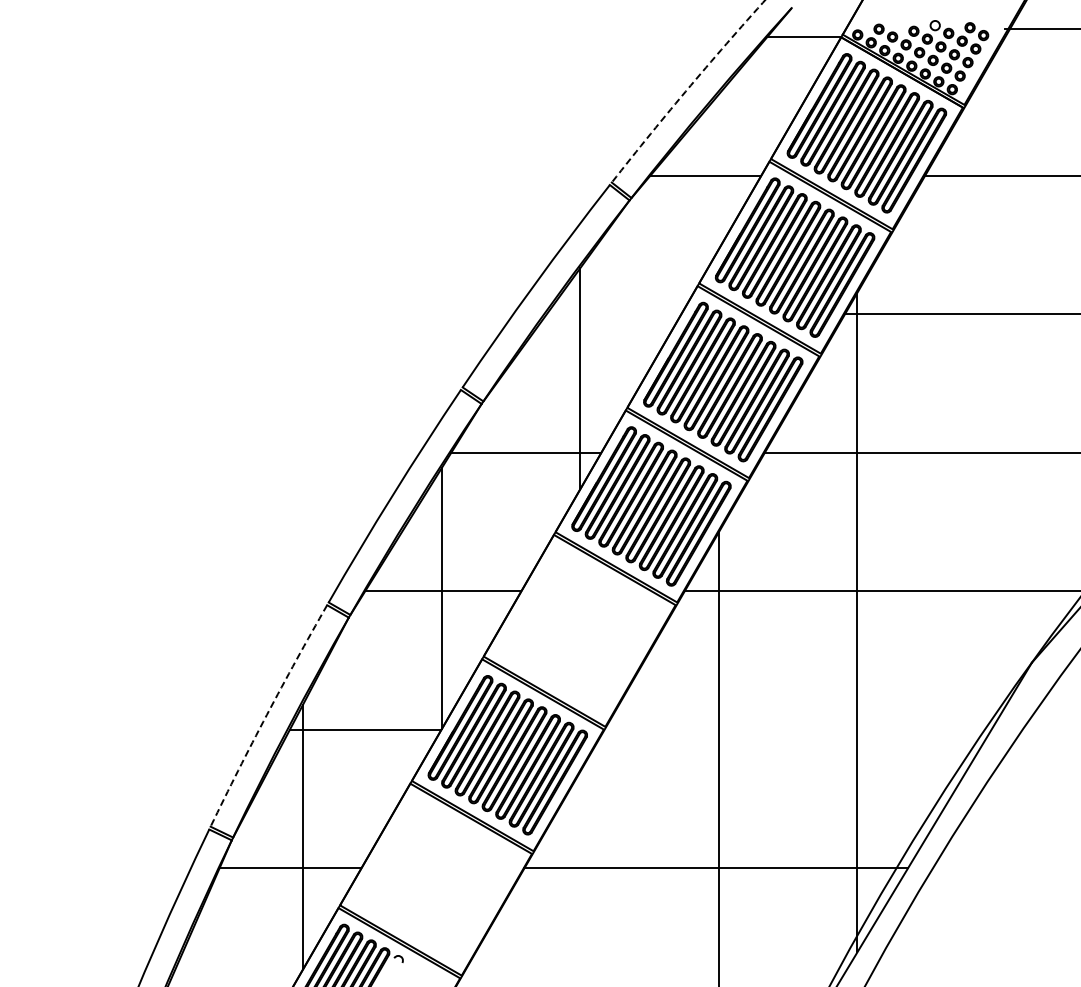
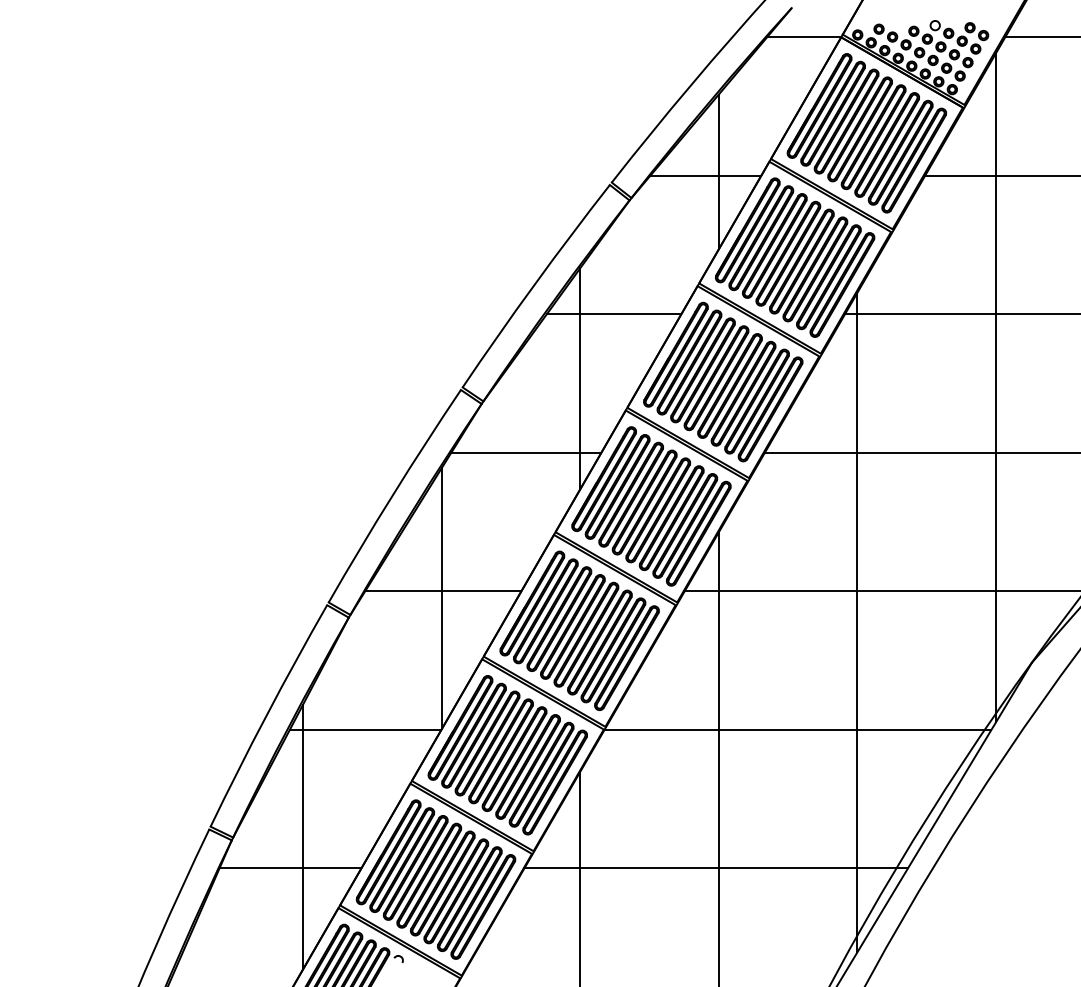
line at (1041, 29) position: (1041, 29) -> (1041, 37)
arc at (687, 89): dashed -> solid
line at (718, 171): none -> present
line at (613, 314): none -> present
line at (995, 387): none -> present
part at (579, 630): none -> present
arc at (266, 714): dashed -> solid
line at (797, 729): none -> present
line at (580, 877): none -> present
part at (435, 879): none -> present
